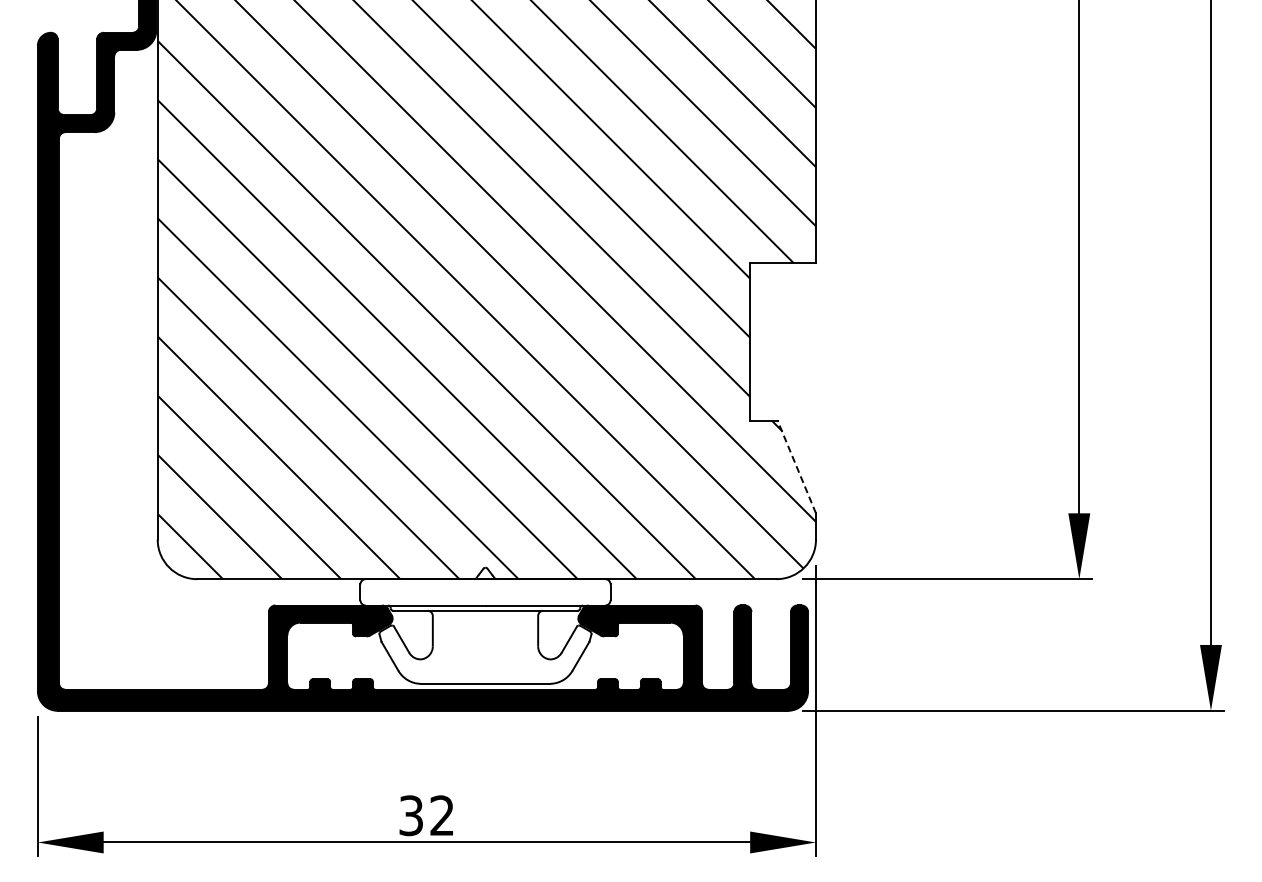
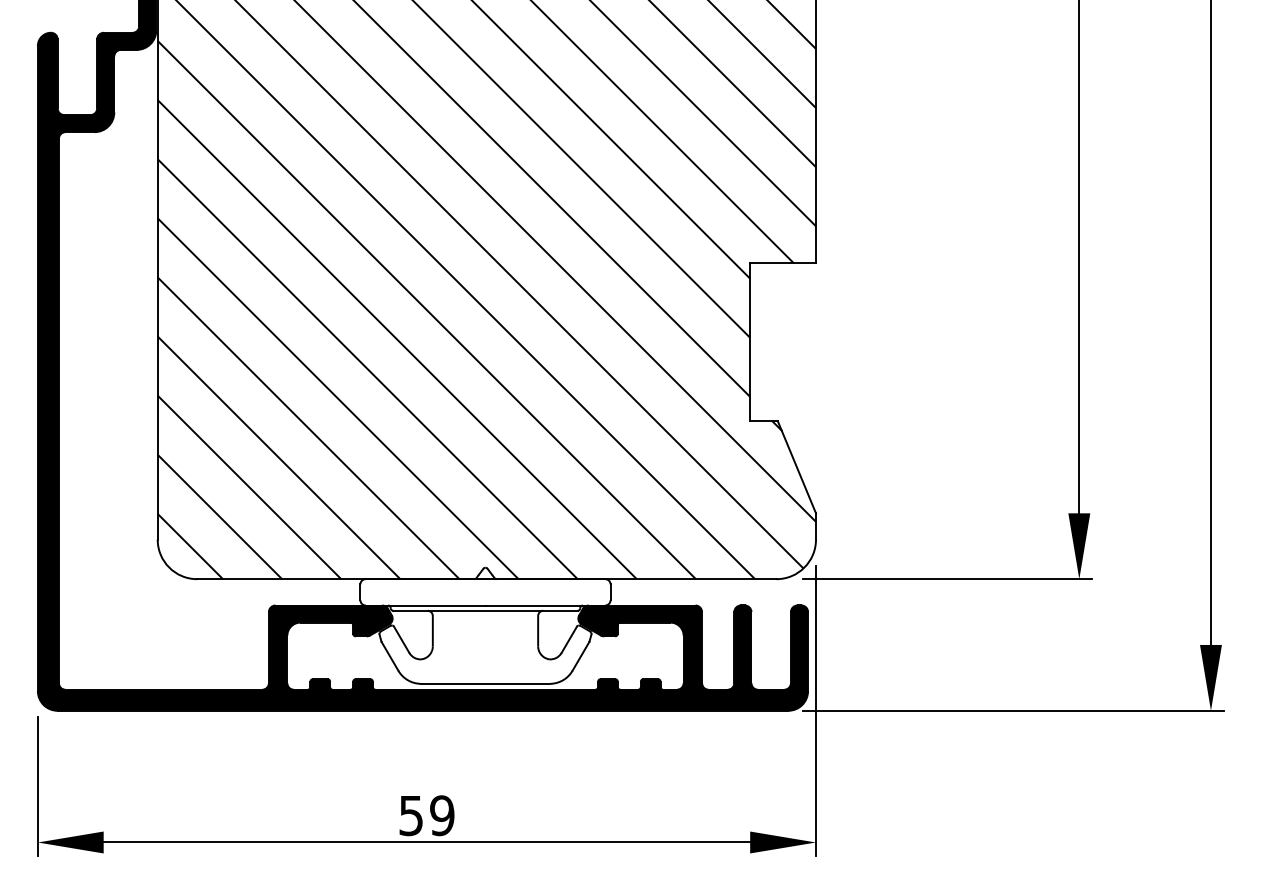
line at (796, 467): dashed -> solid
text at (427, 815): 32 -> 59
